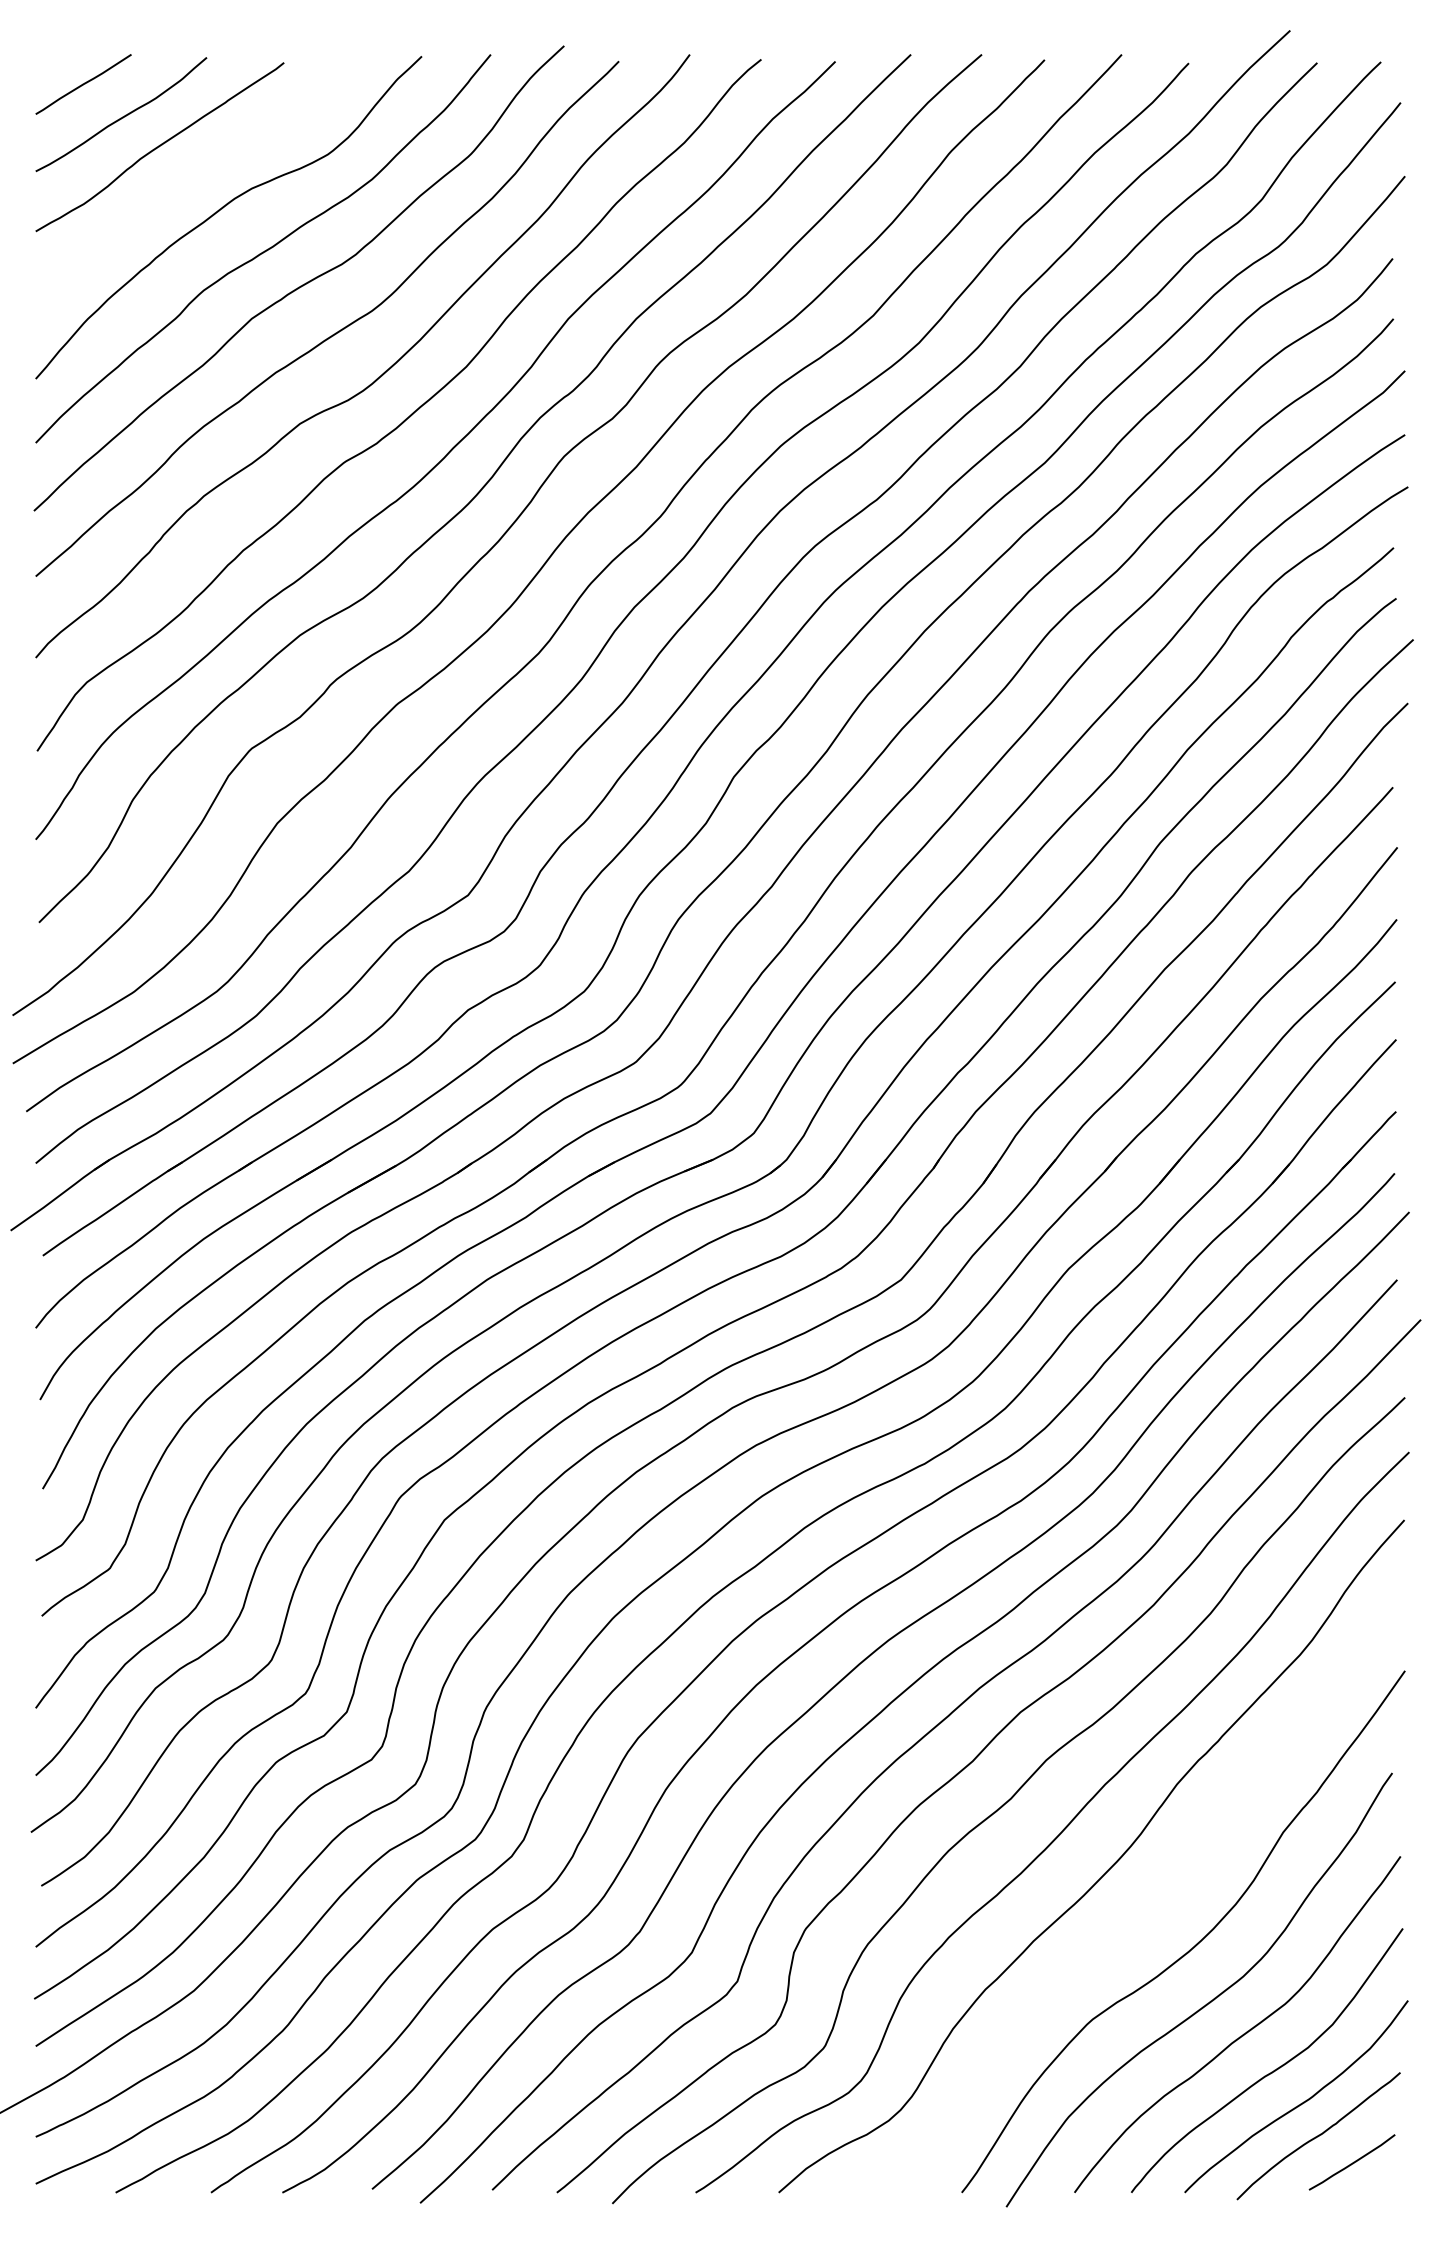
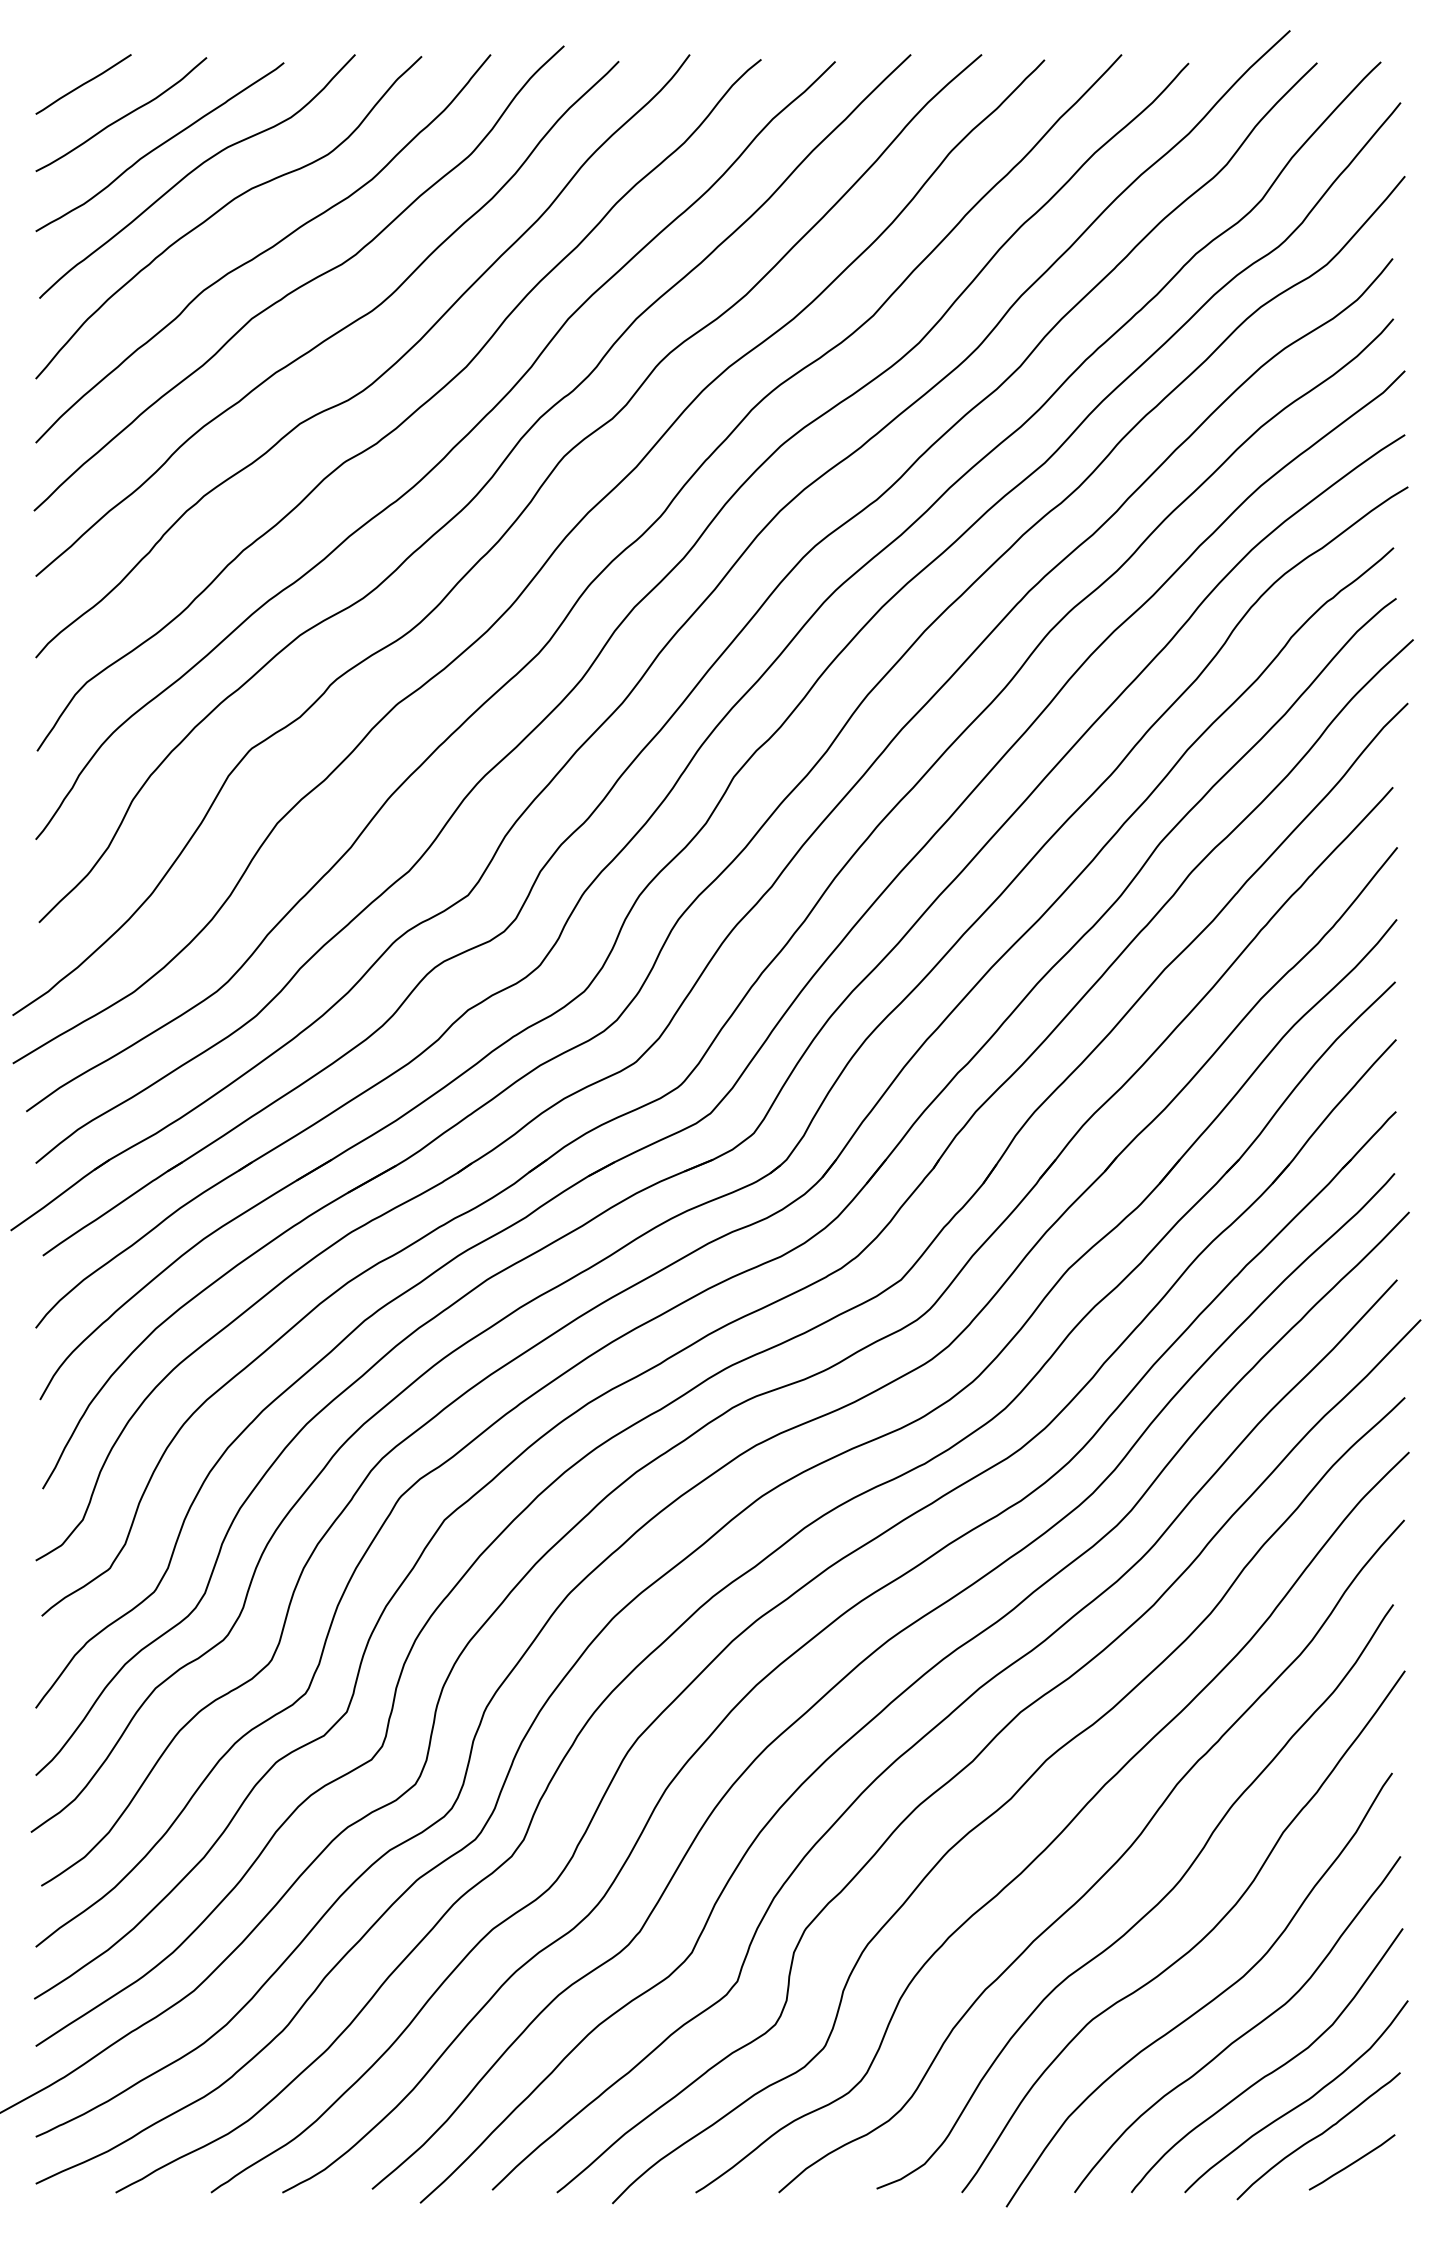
curve at (195, 170): none -> present
curve at (1149, 1910): none -> present
